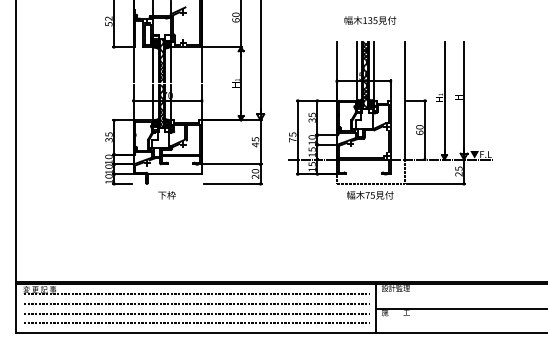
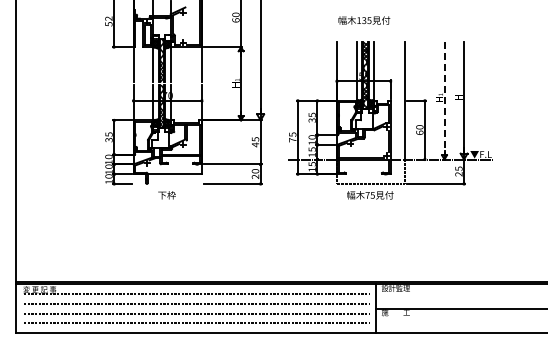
text at (370, 20) position: (370, 20) -> (364, 20)
line at (444, 98): solid -> dashed
